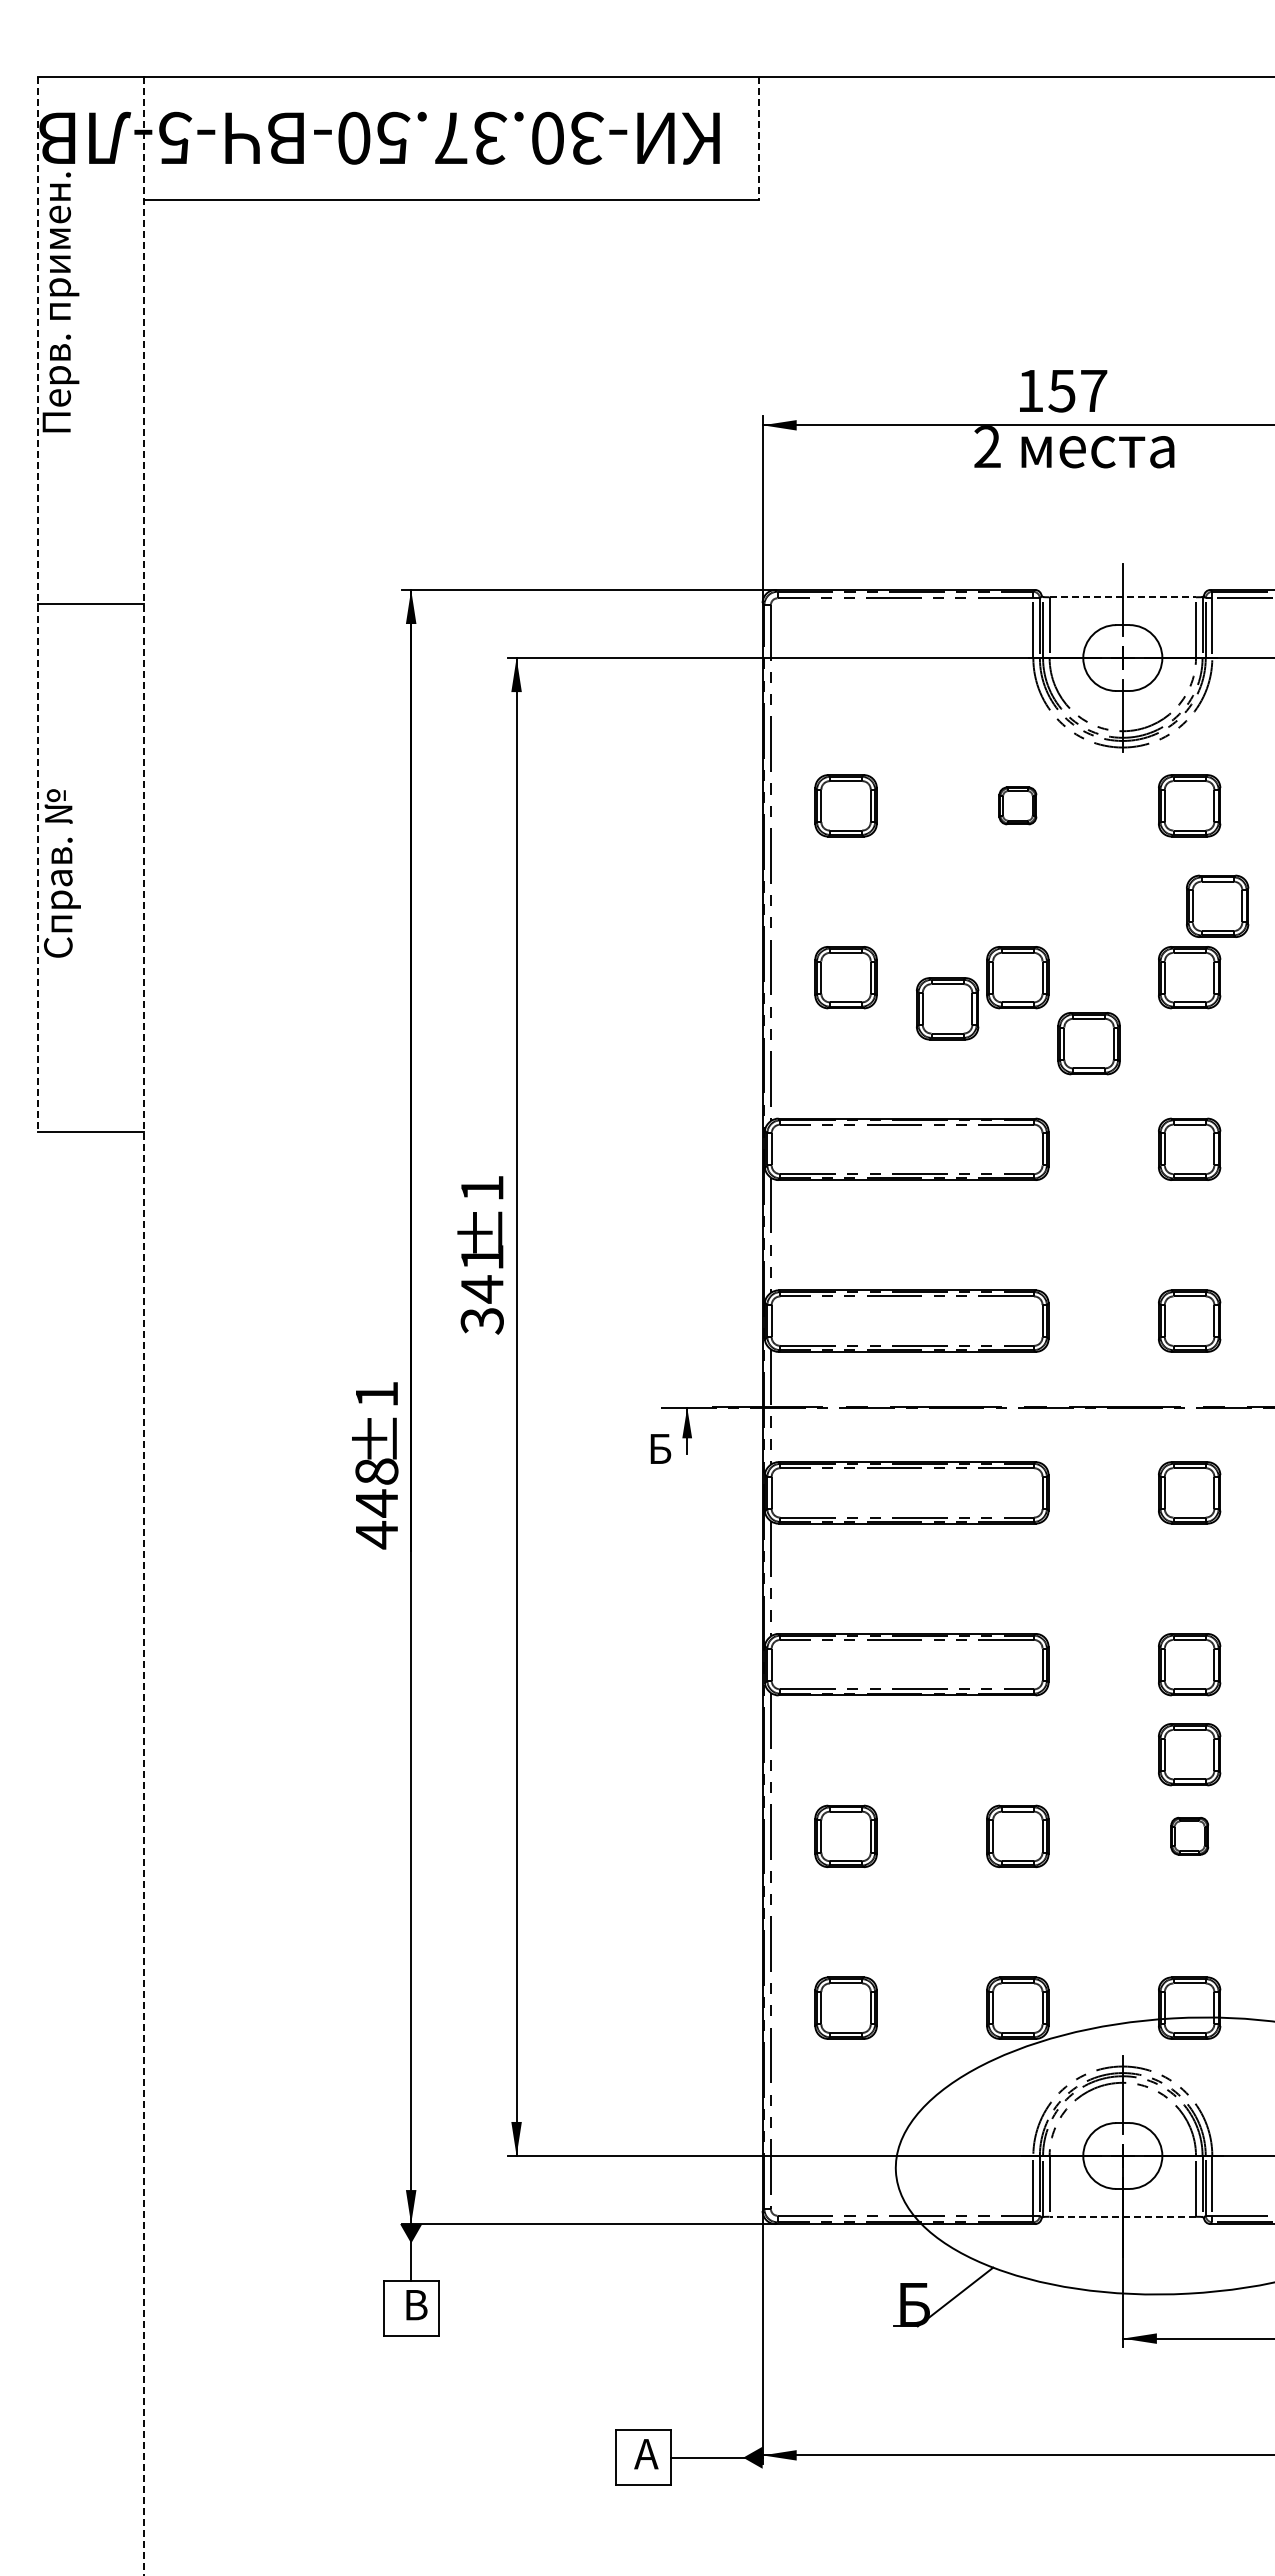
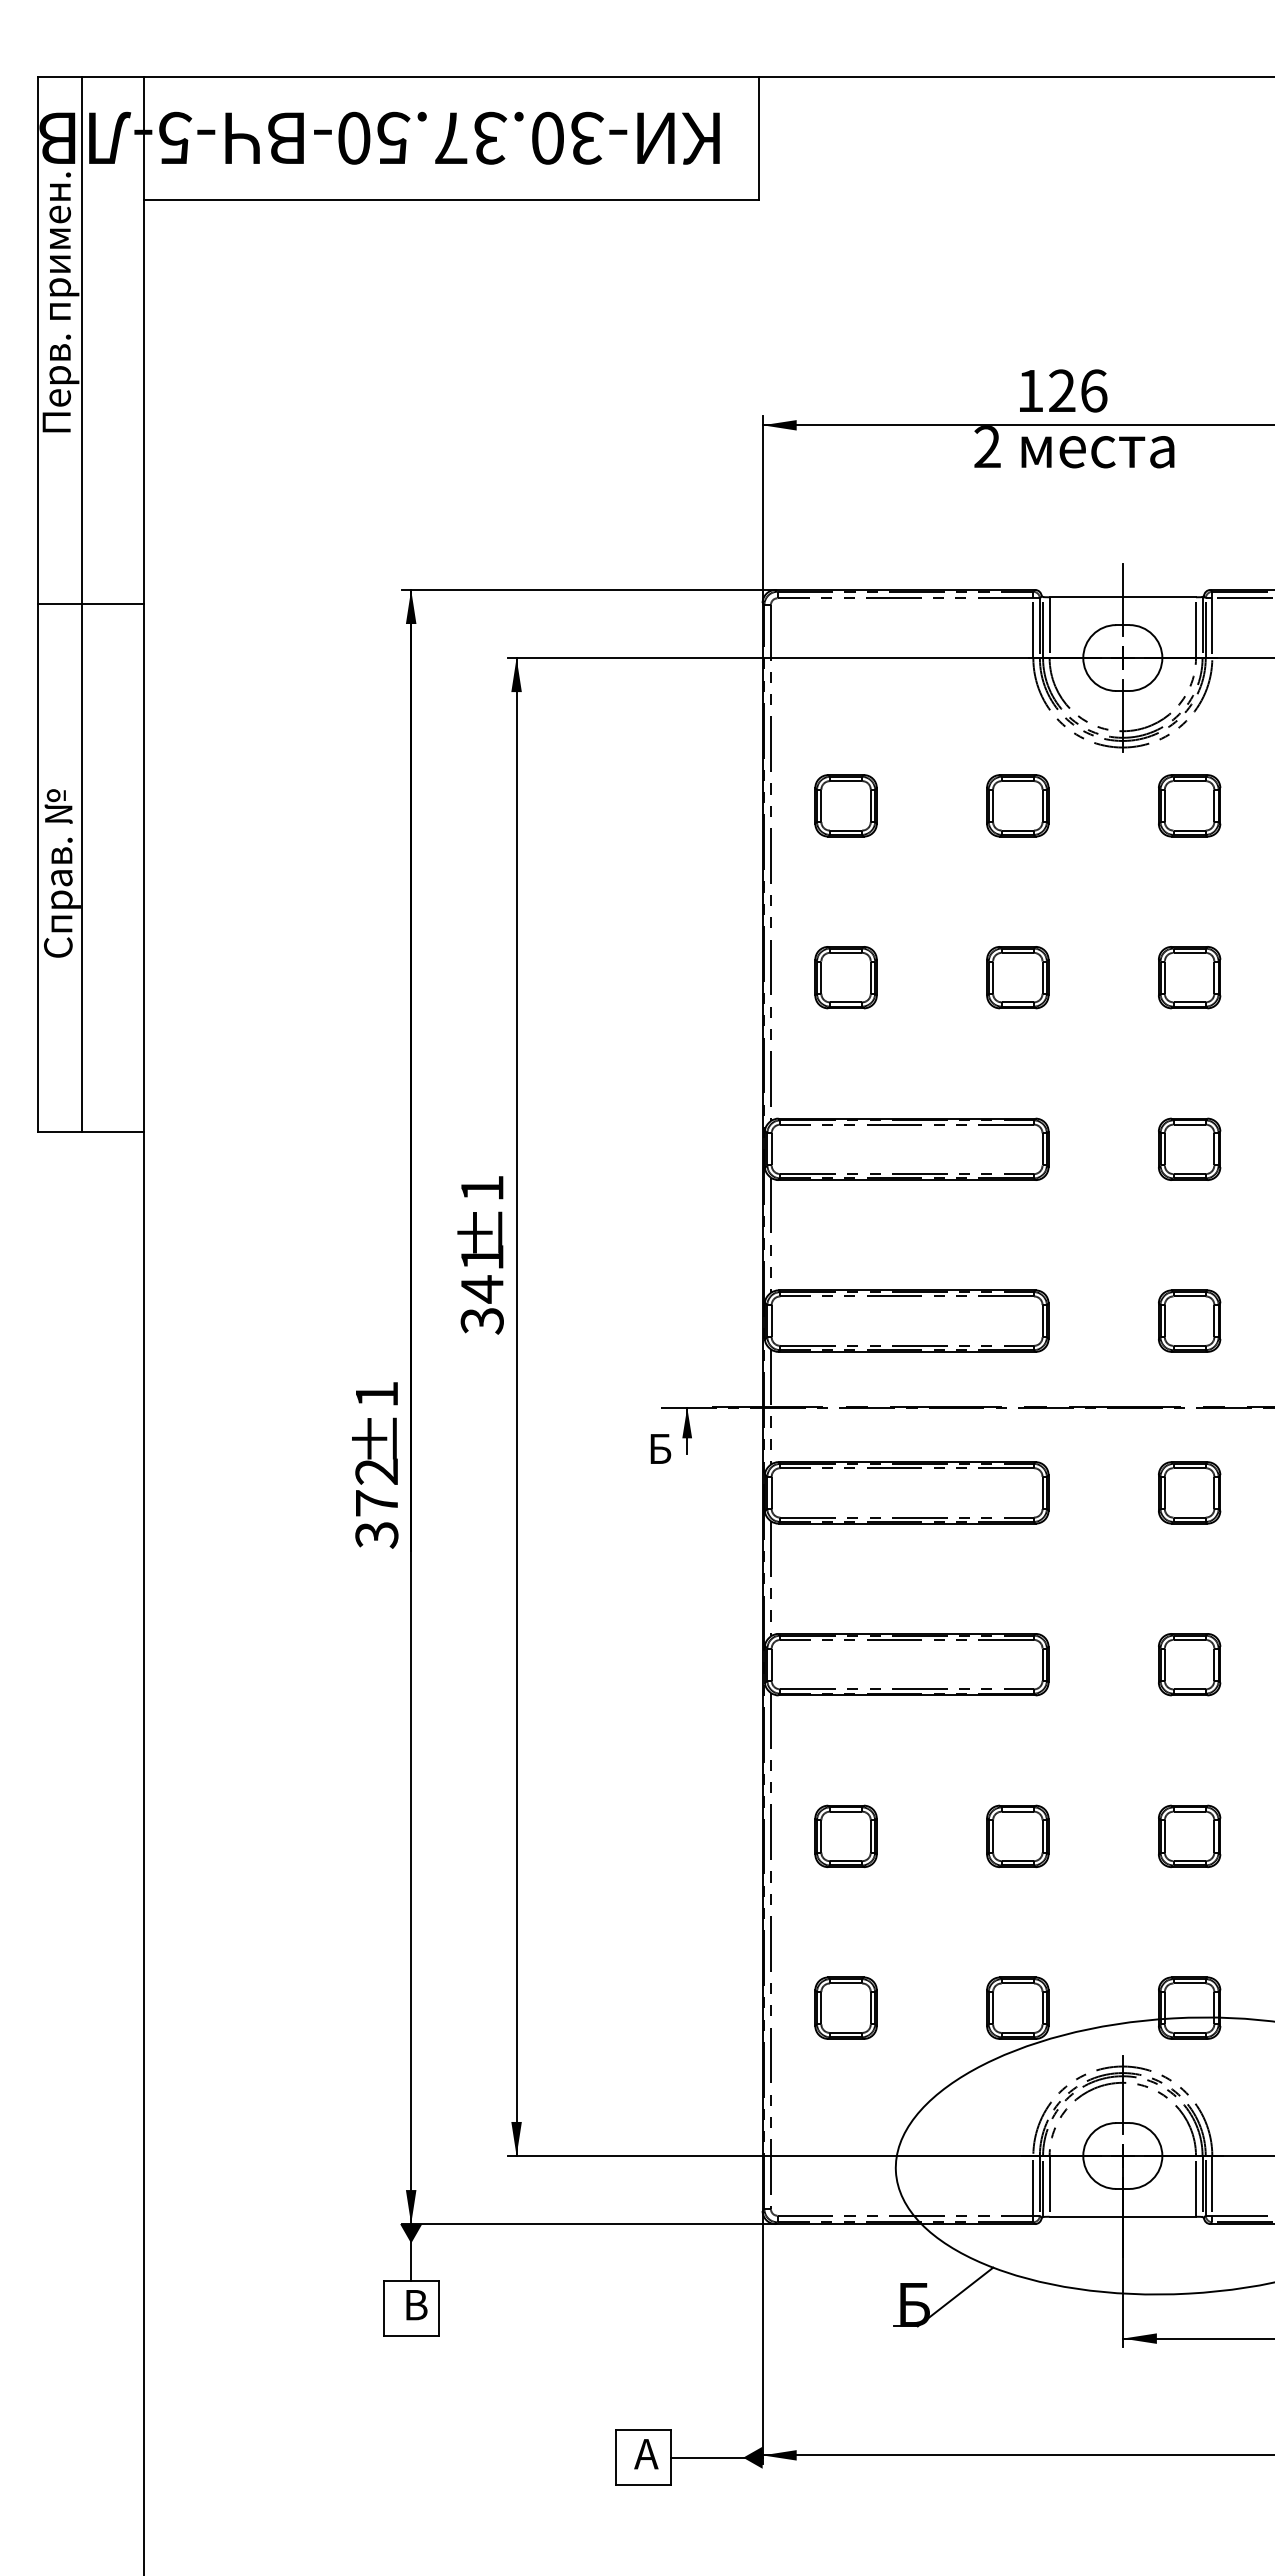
line at (758, 139): dashed -> solid
text at (1077, 390): 157 -> 126
line at (1123, 597): dashed -> solid
line at (38, 604): dashed -> solid
line at (82, 604): none -> present
part at (1017, 805) size: 40x40 px -> 64x64 px
part at (1217, 905): present -> none
part at (947, 1008): present -> none
part at (1088, 1043): present -> none
line at (143, 1326): dashed -> solid
text at (376, 1503): 448 -> 372
part at (1189, 1754): present -> none
part at (1189, 1836) size: 40x39 px -> 64x64 px
line at (1122, 2216): dashed -> solid
